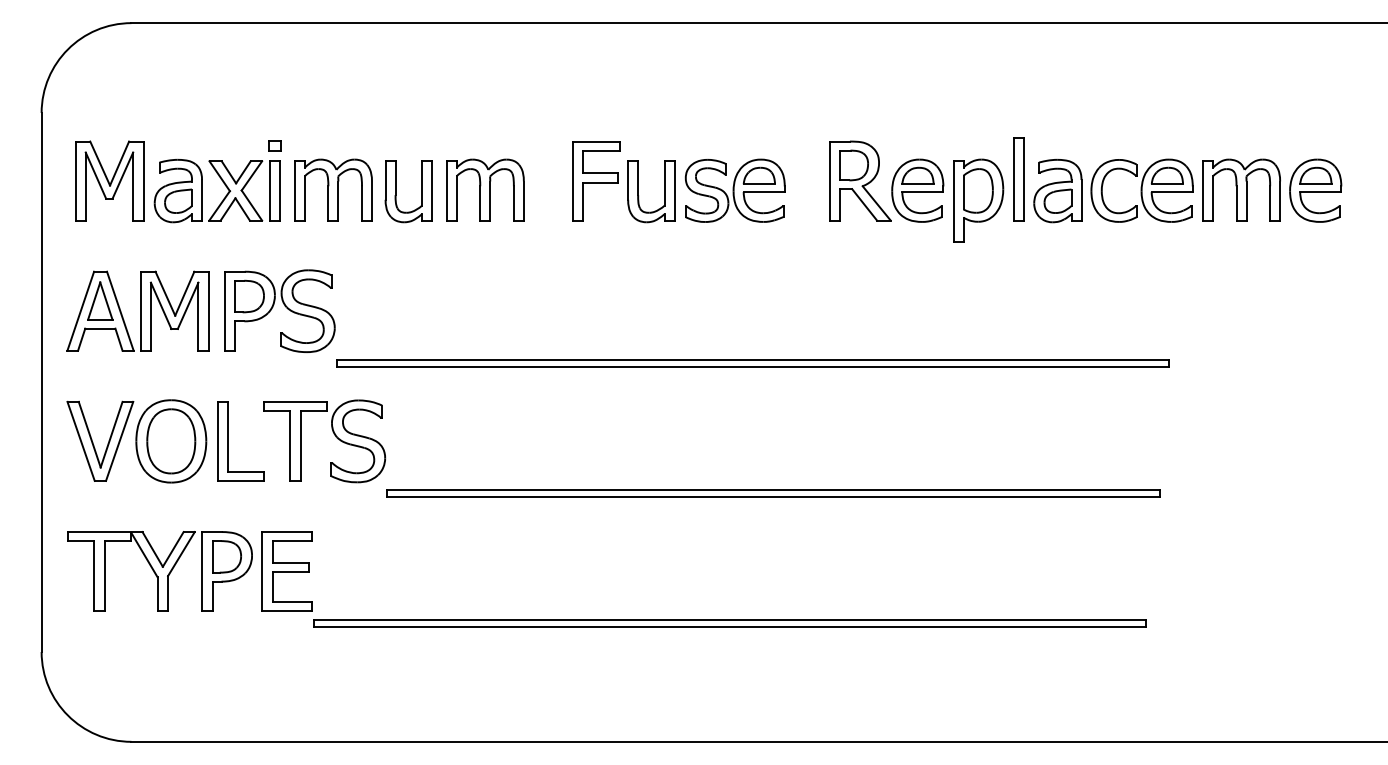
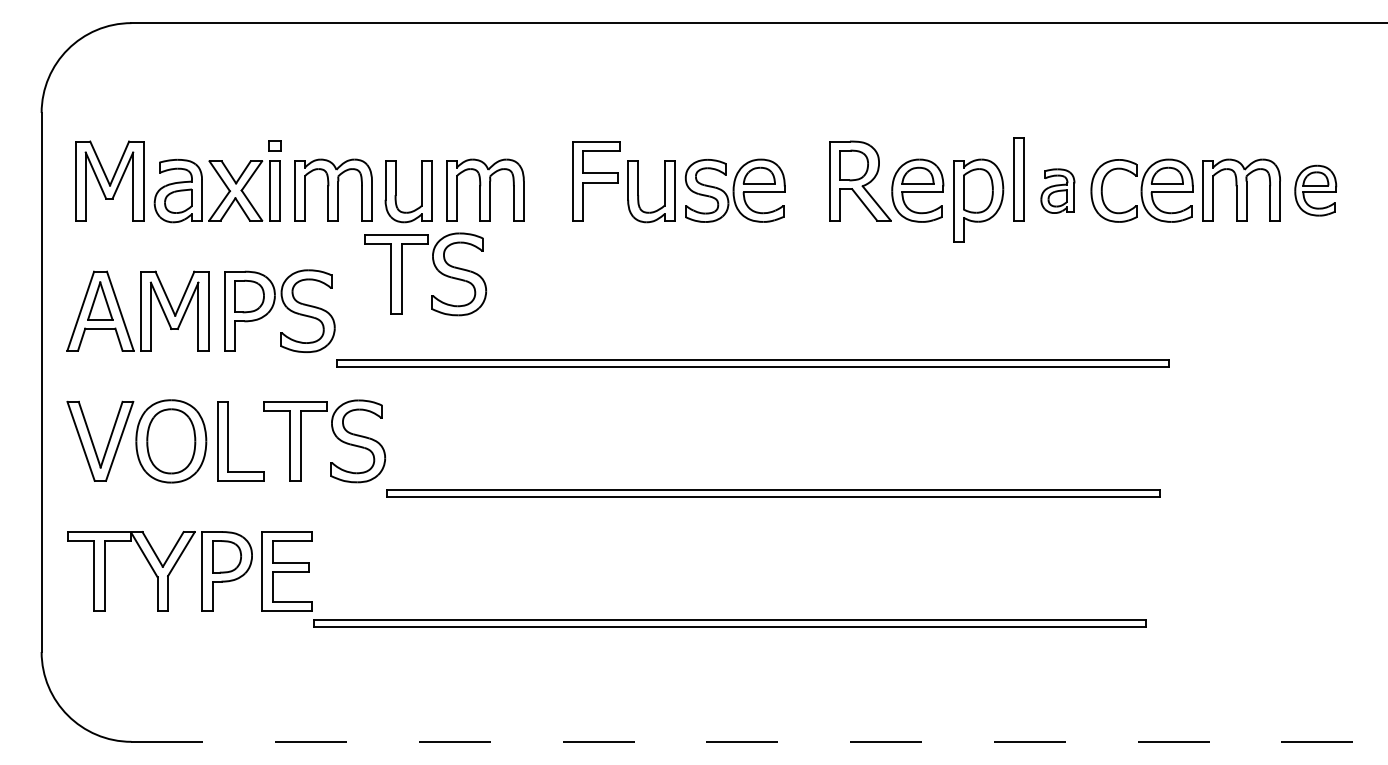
part at (1315, 190) size: 54x65 px -> 44x53 px
part at (1057, 191) size: 50x65 px -> 36x46 px
part at (435, 268): none -> present
line at (759, 741): solid -> dashed
